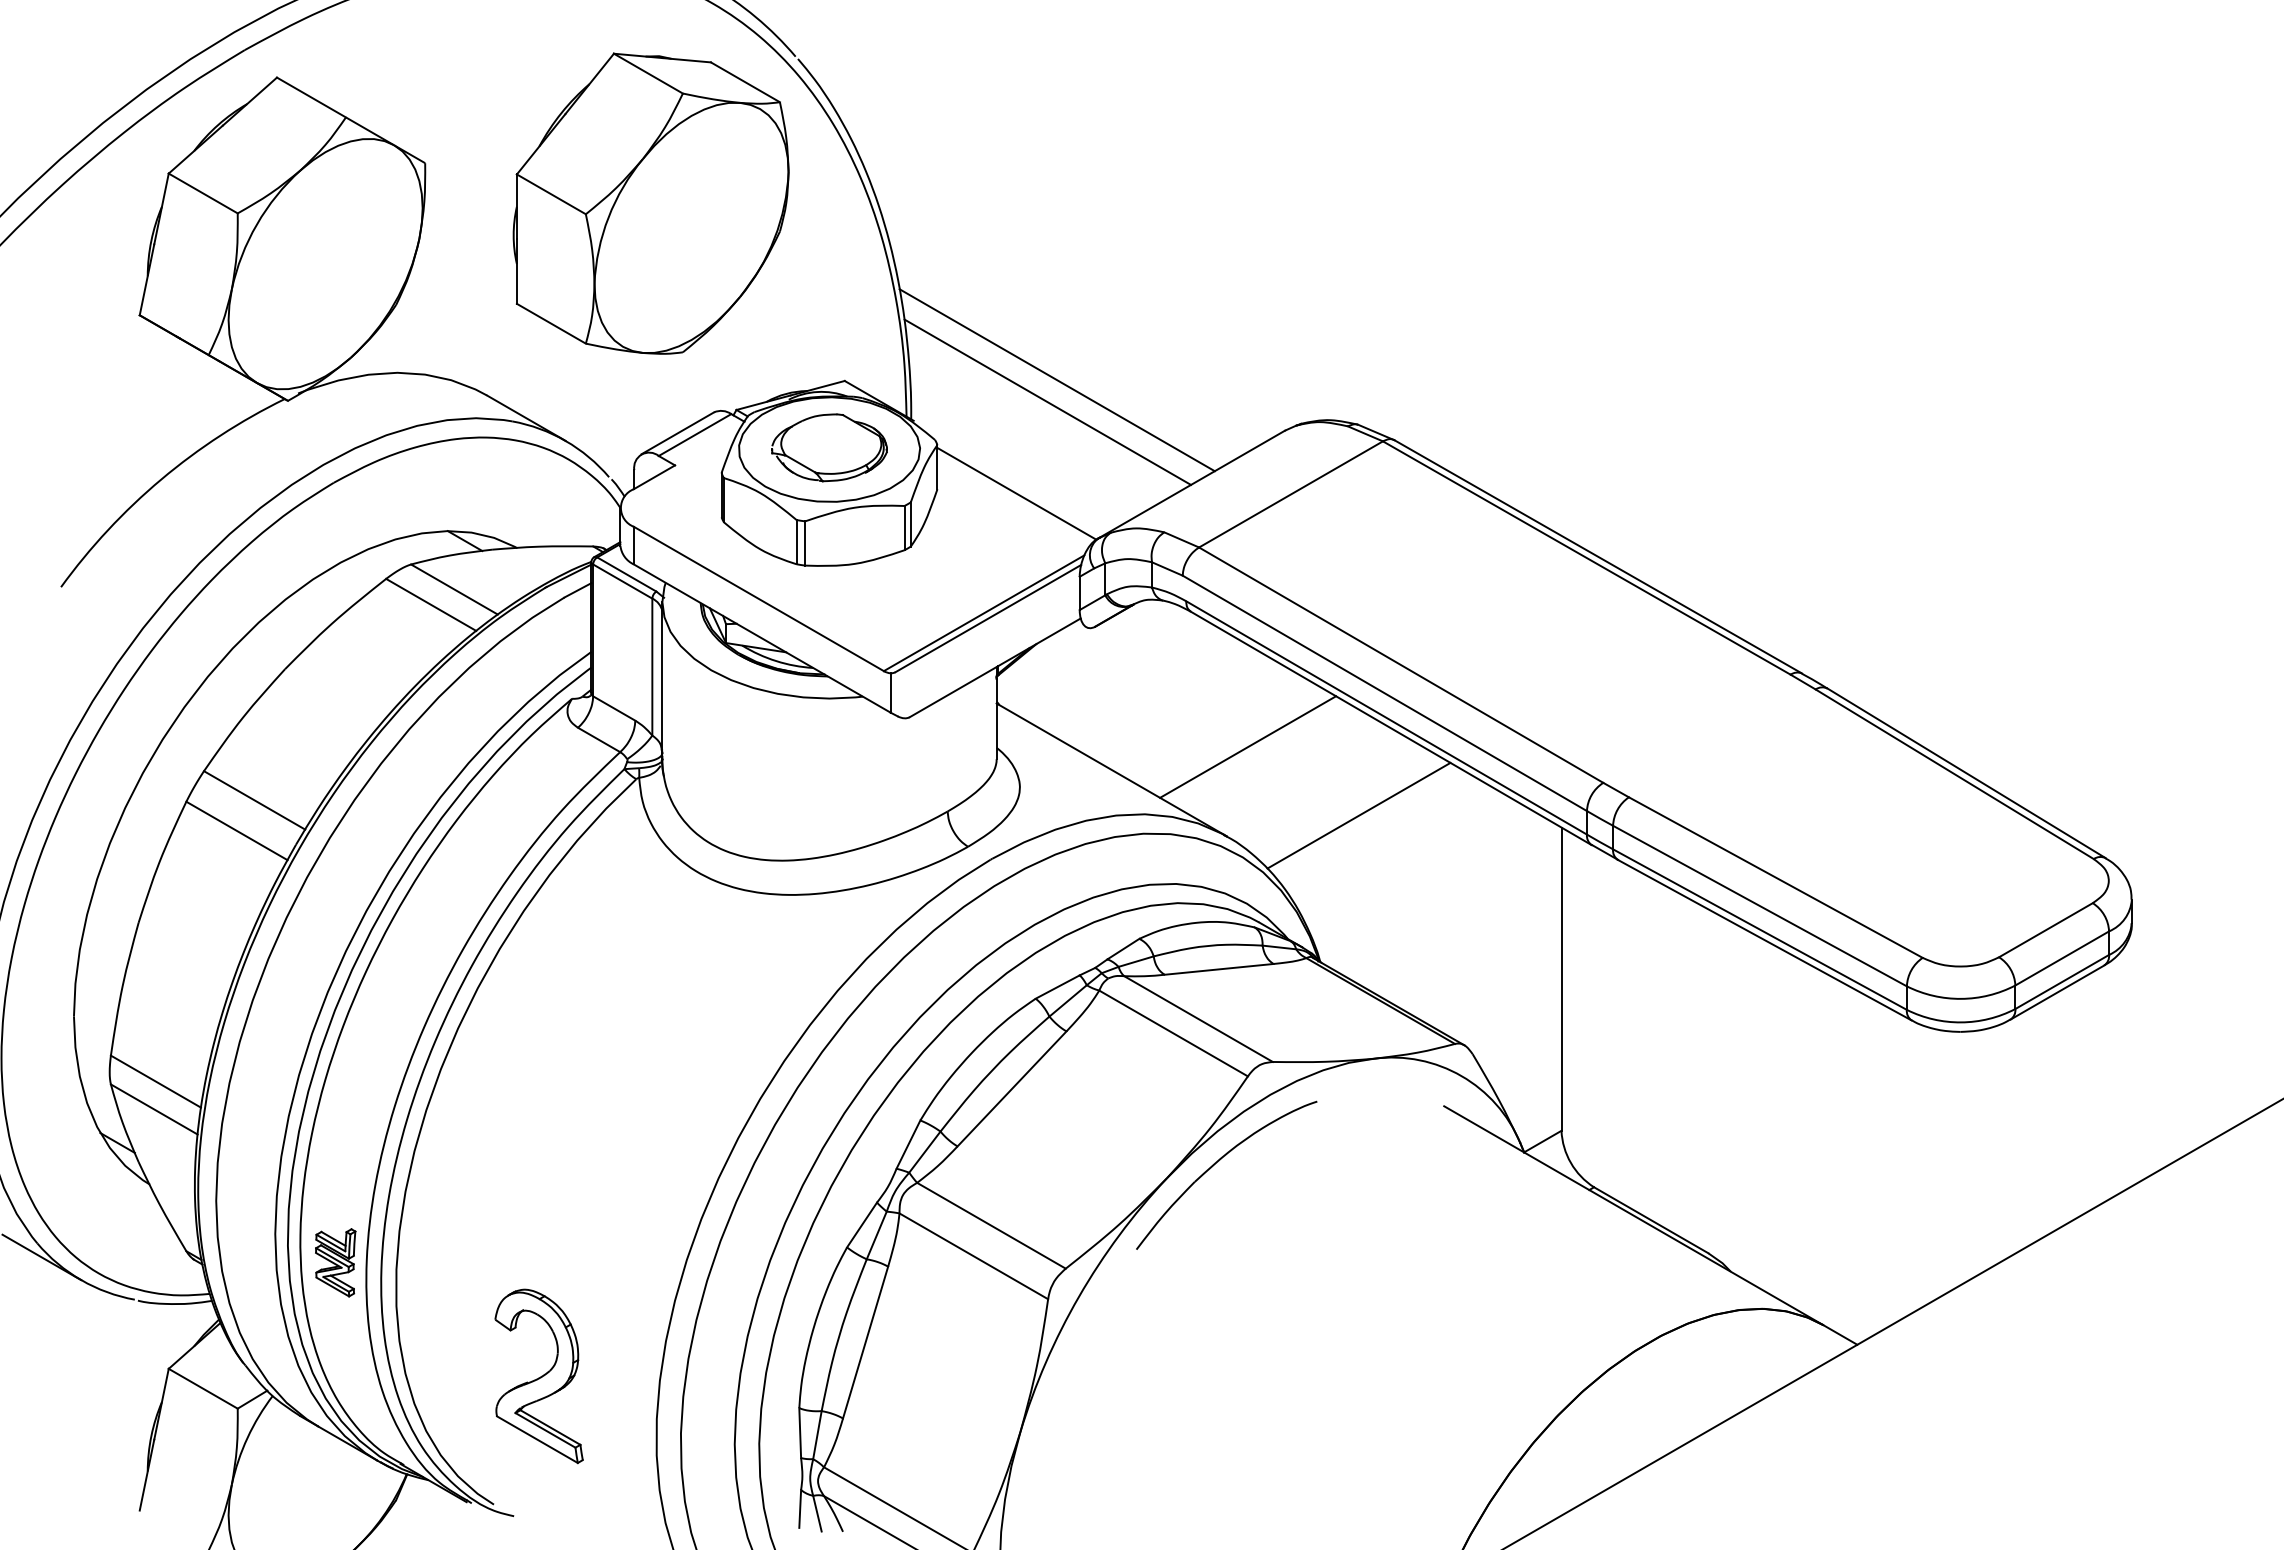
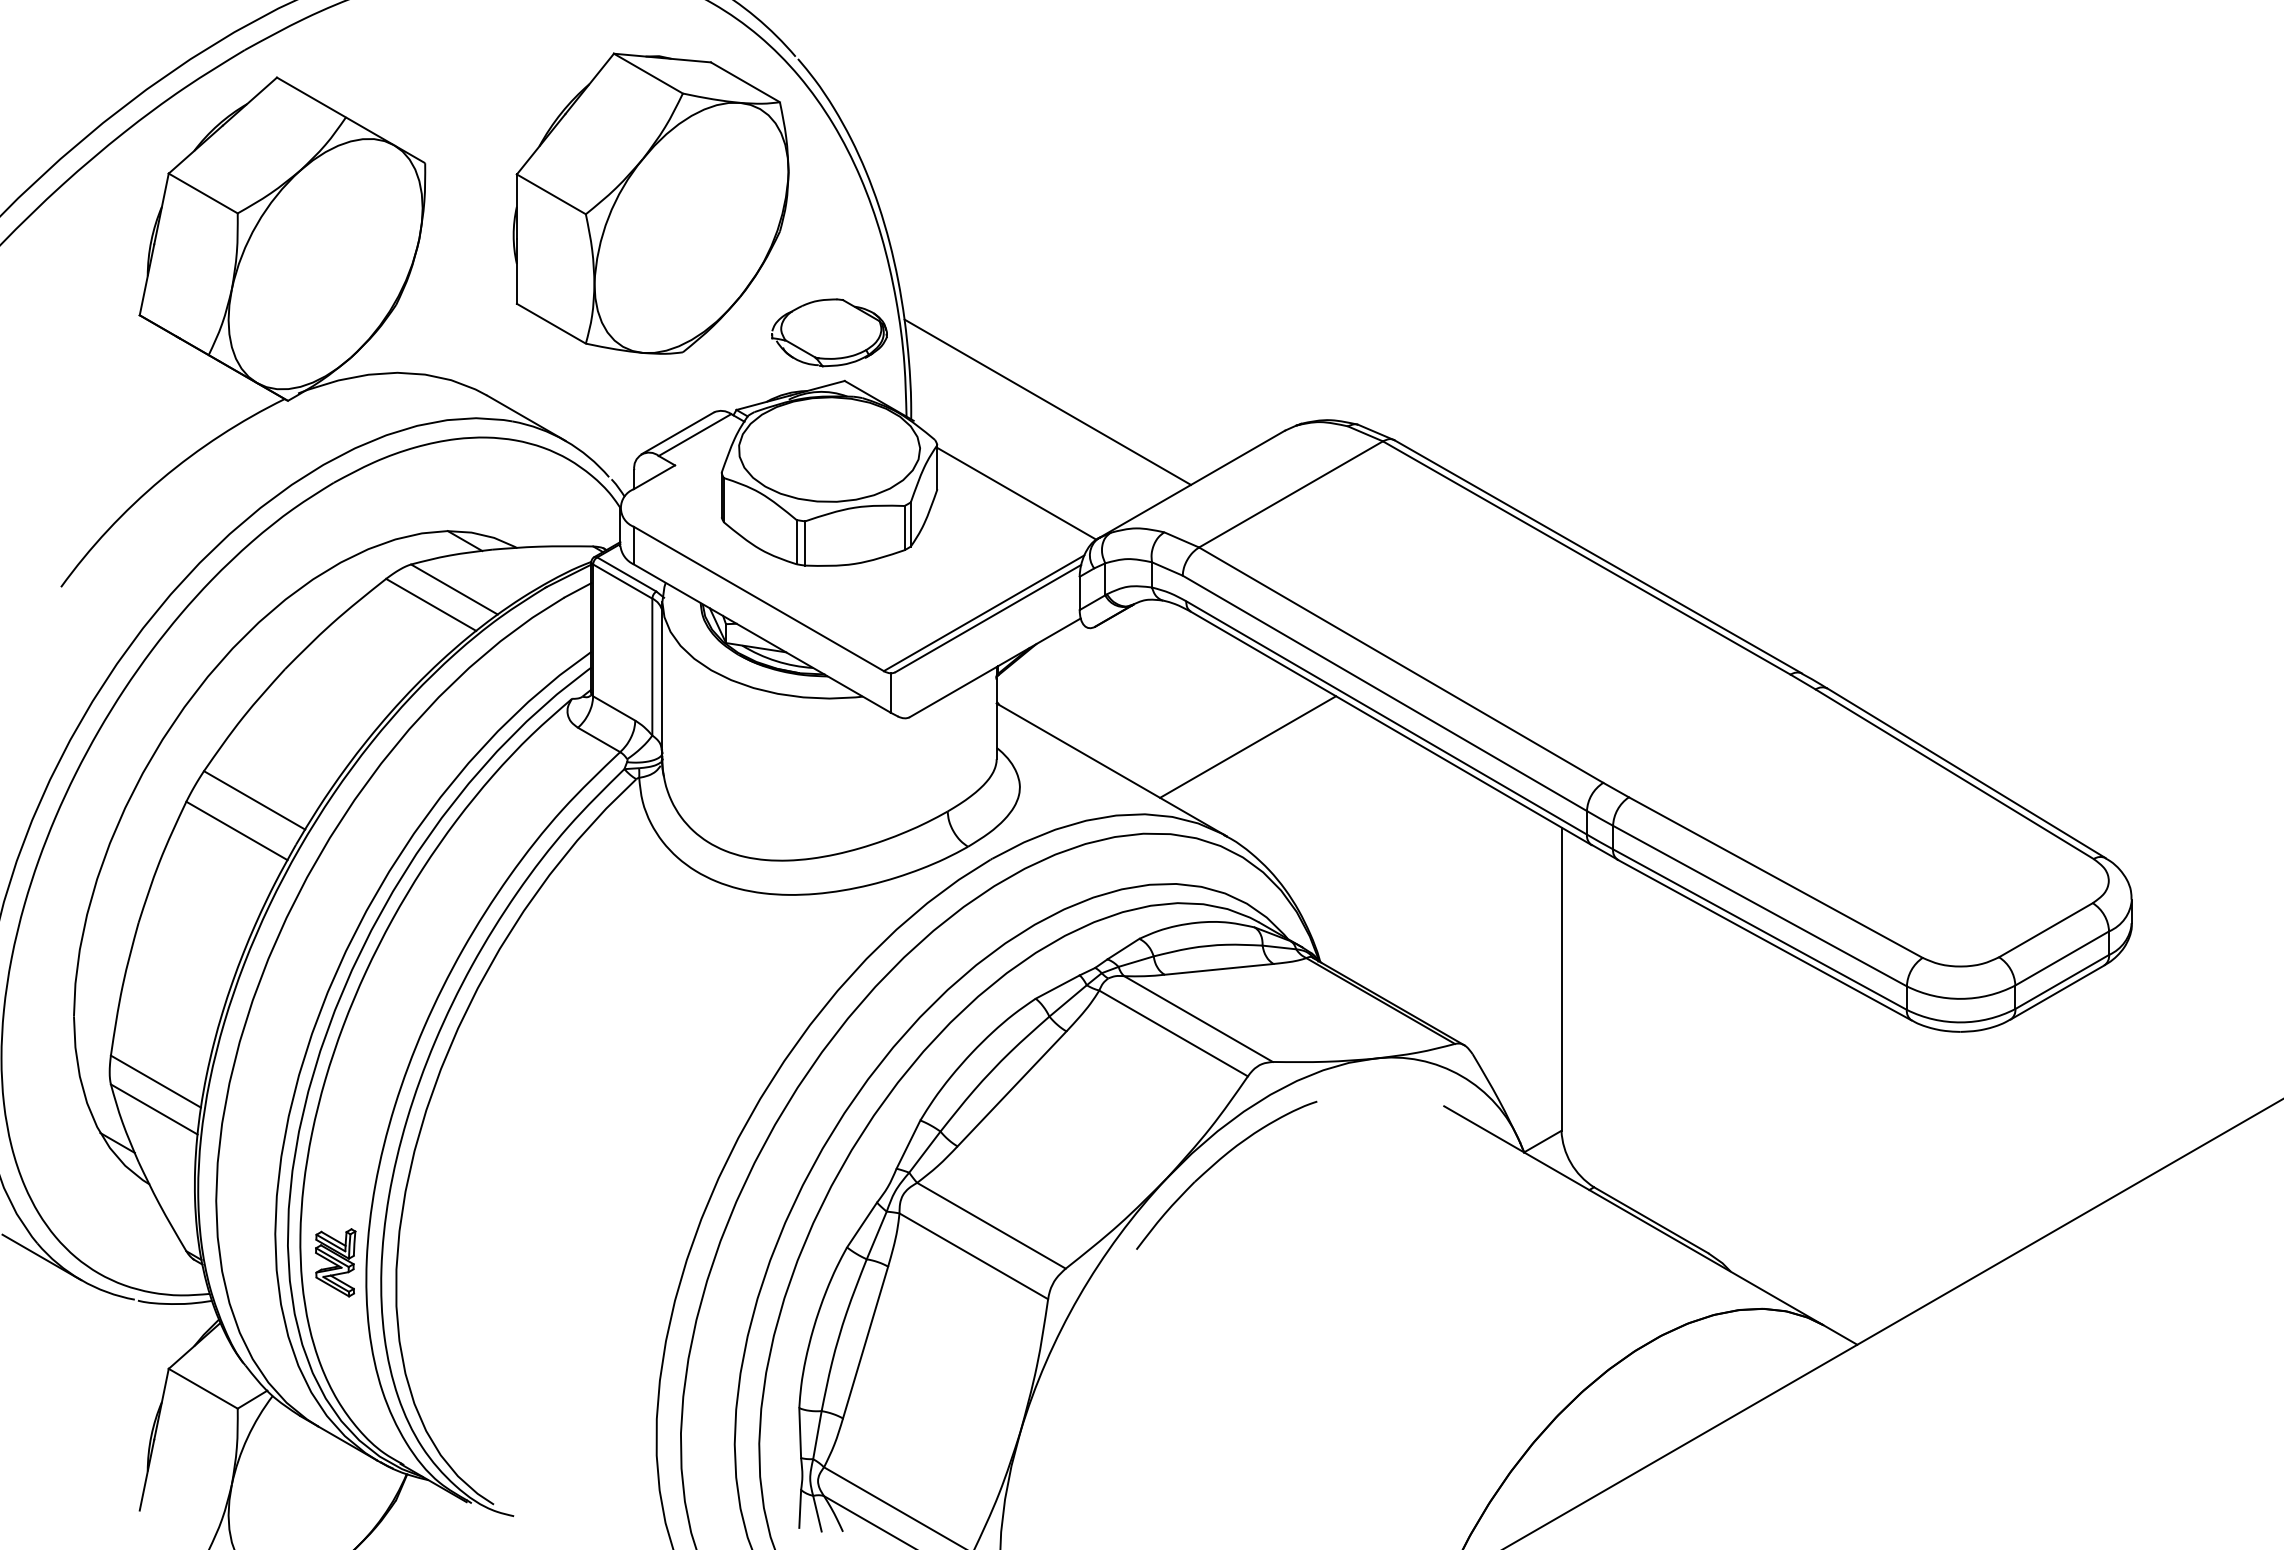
line at (1056, 380): present -> none
part at (829, 447) position: (829, 447) -> (829, 332)
line at (1358, 815): present -> none
part at (538, 1376): present -> none
